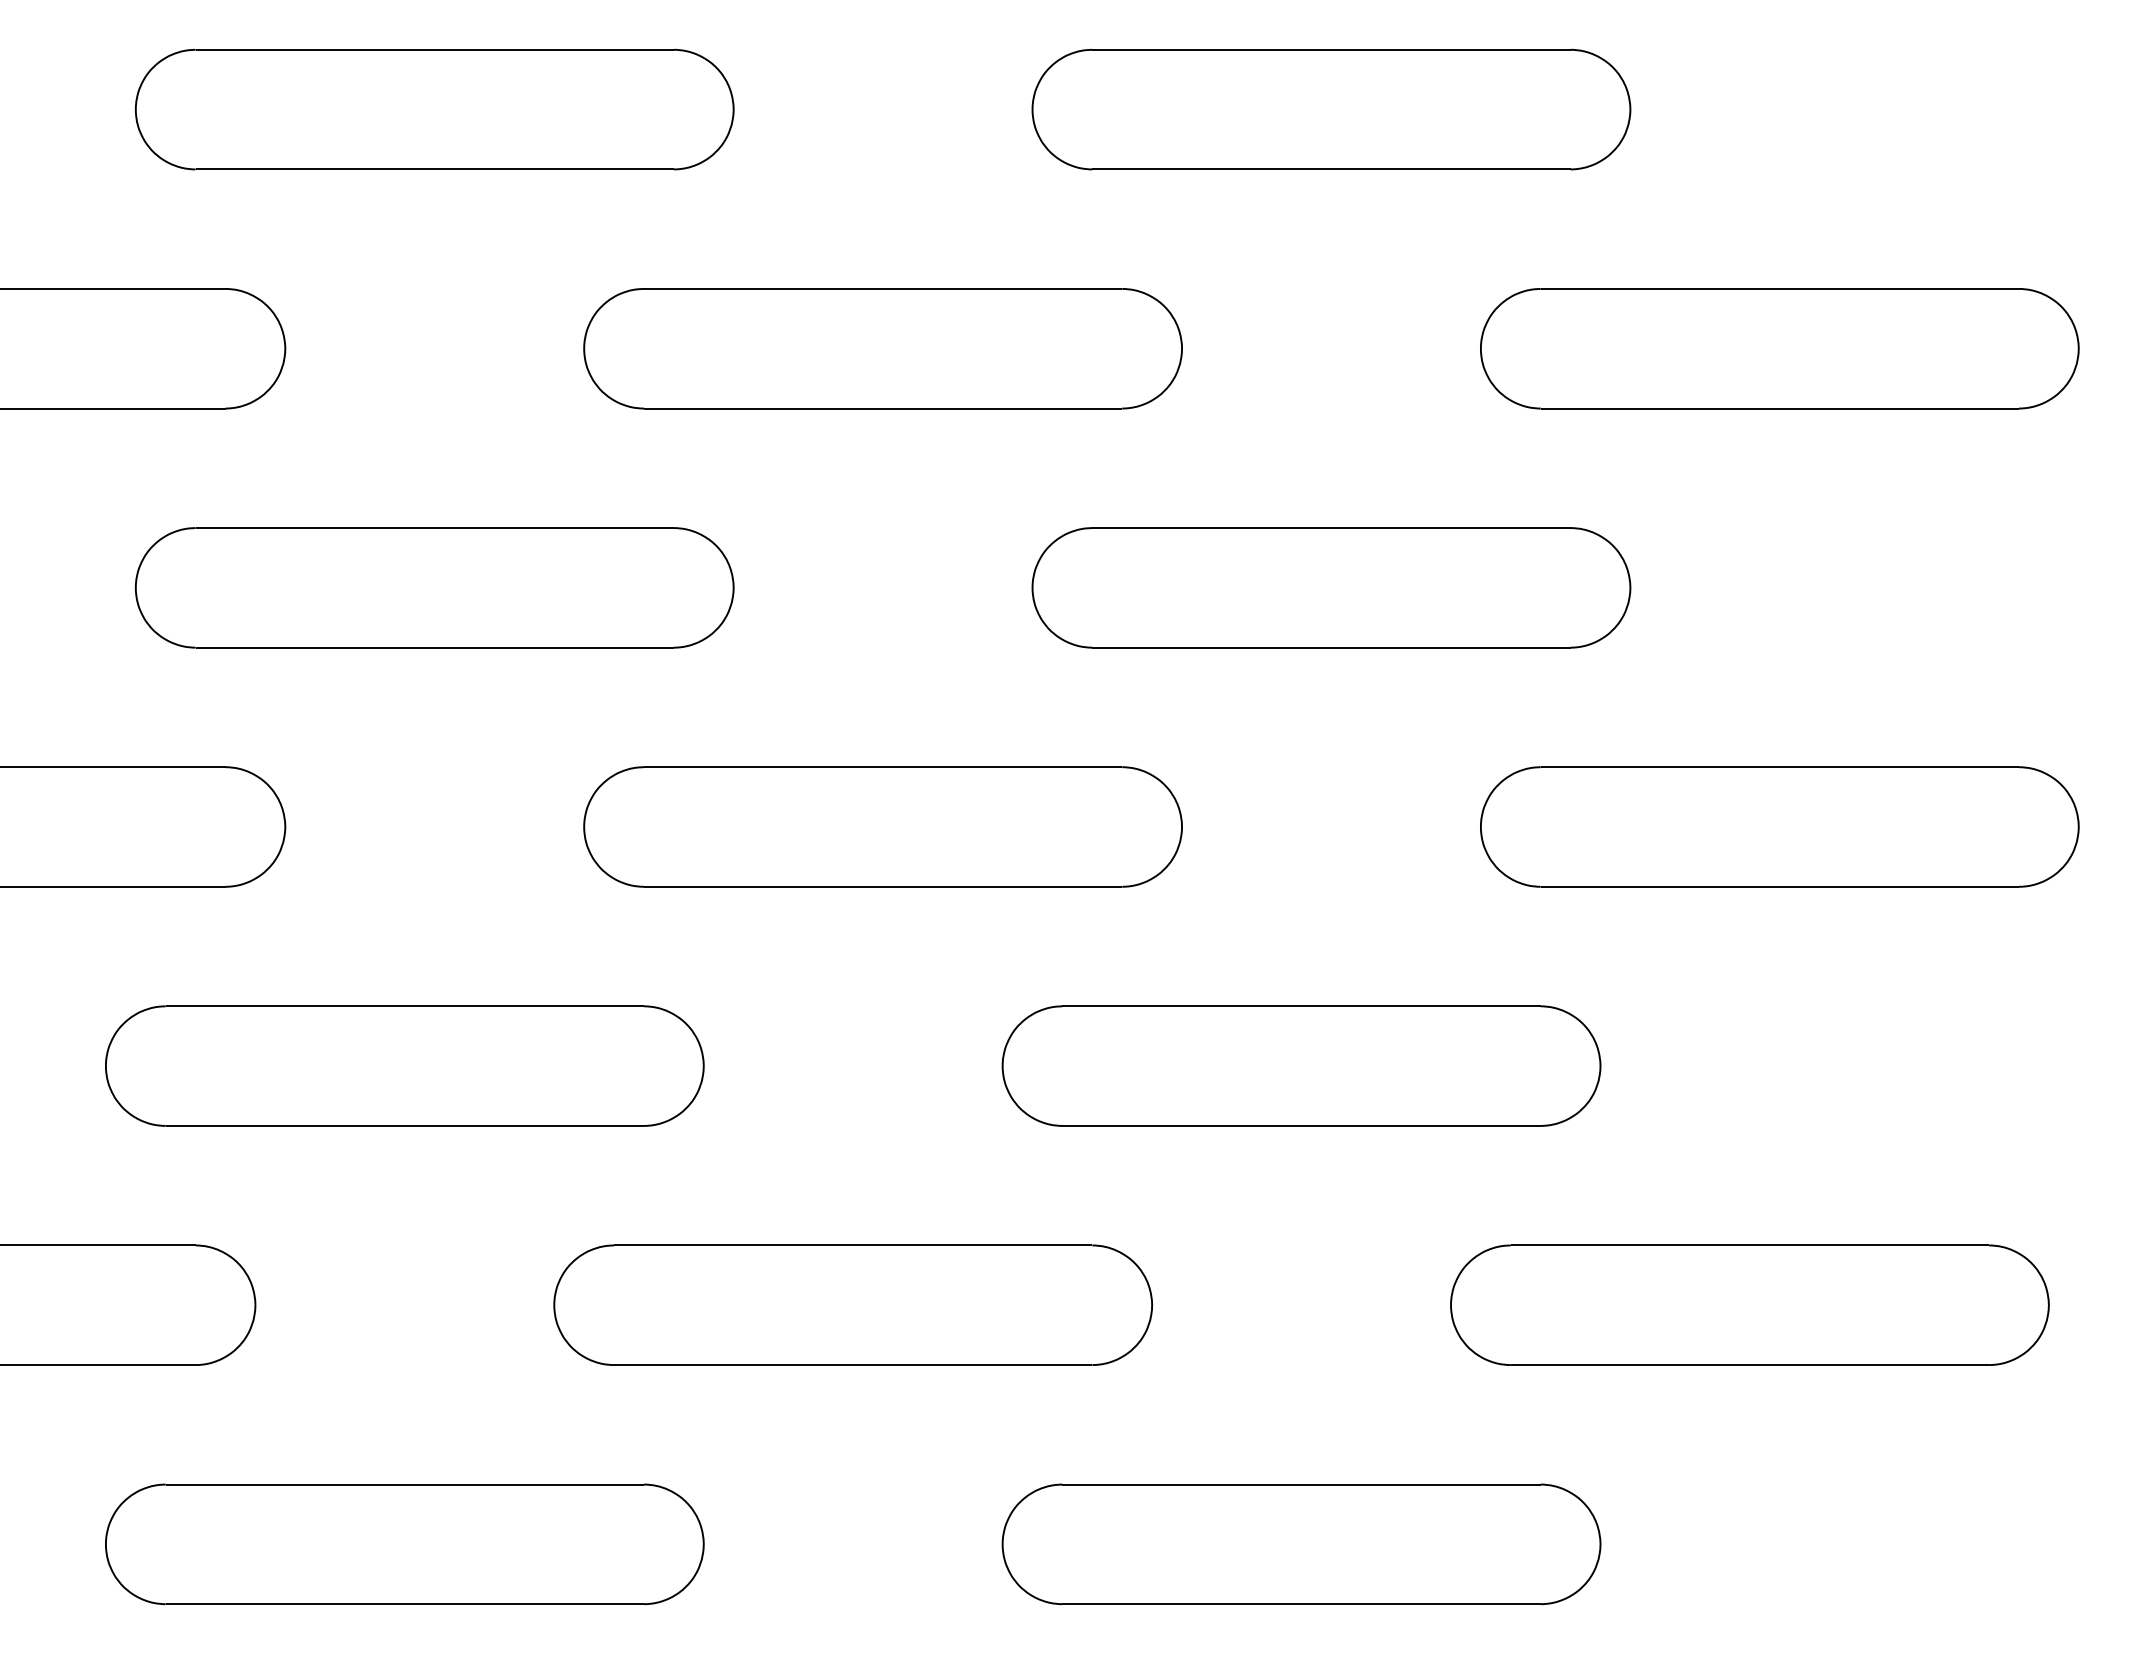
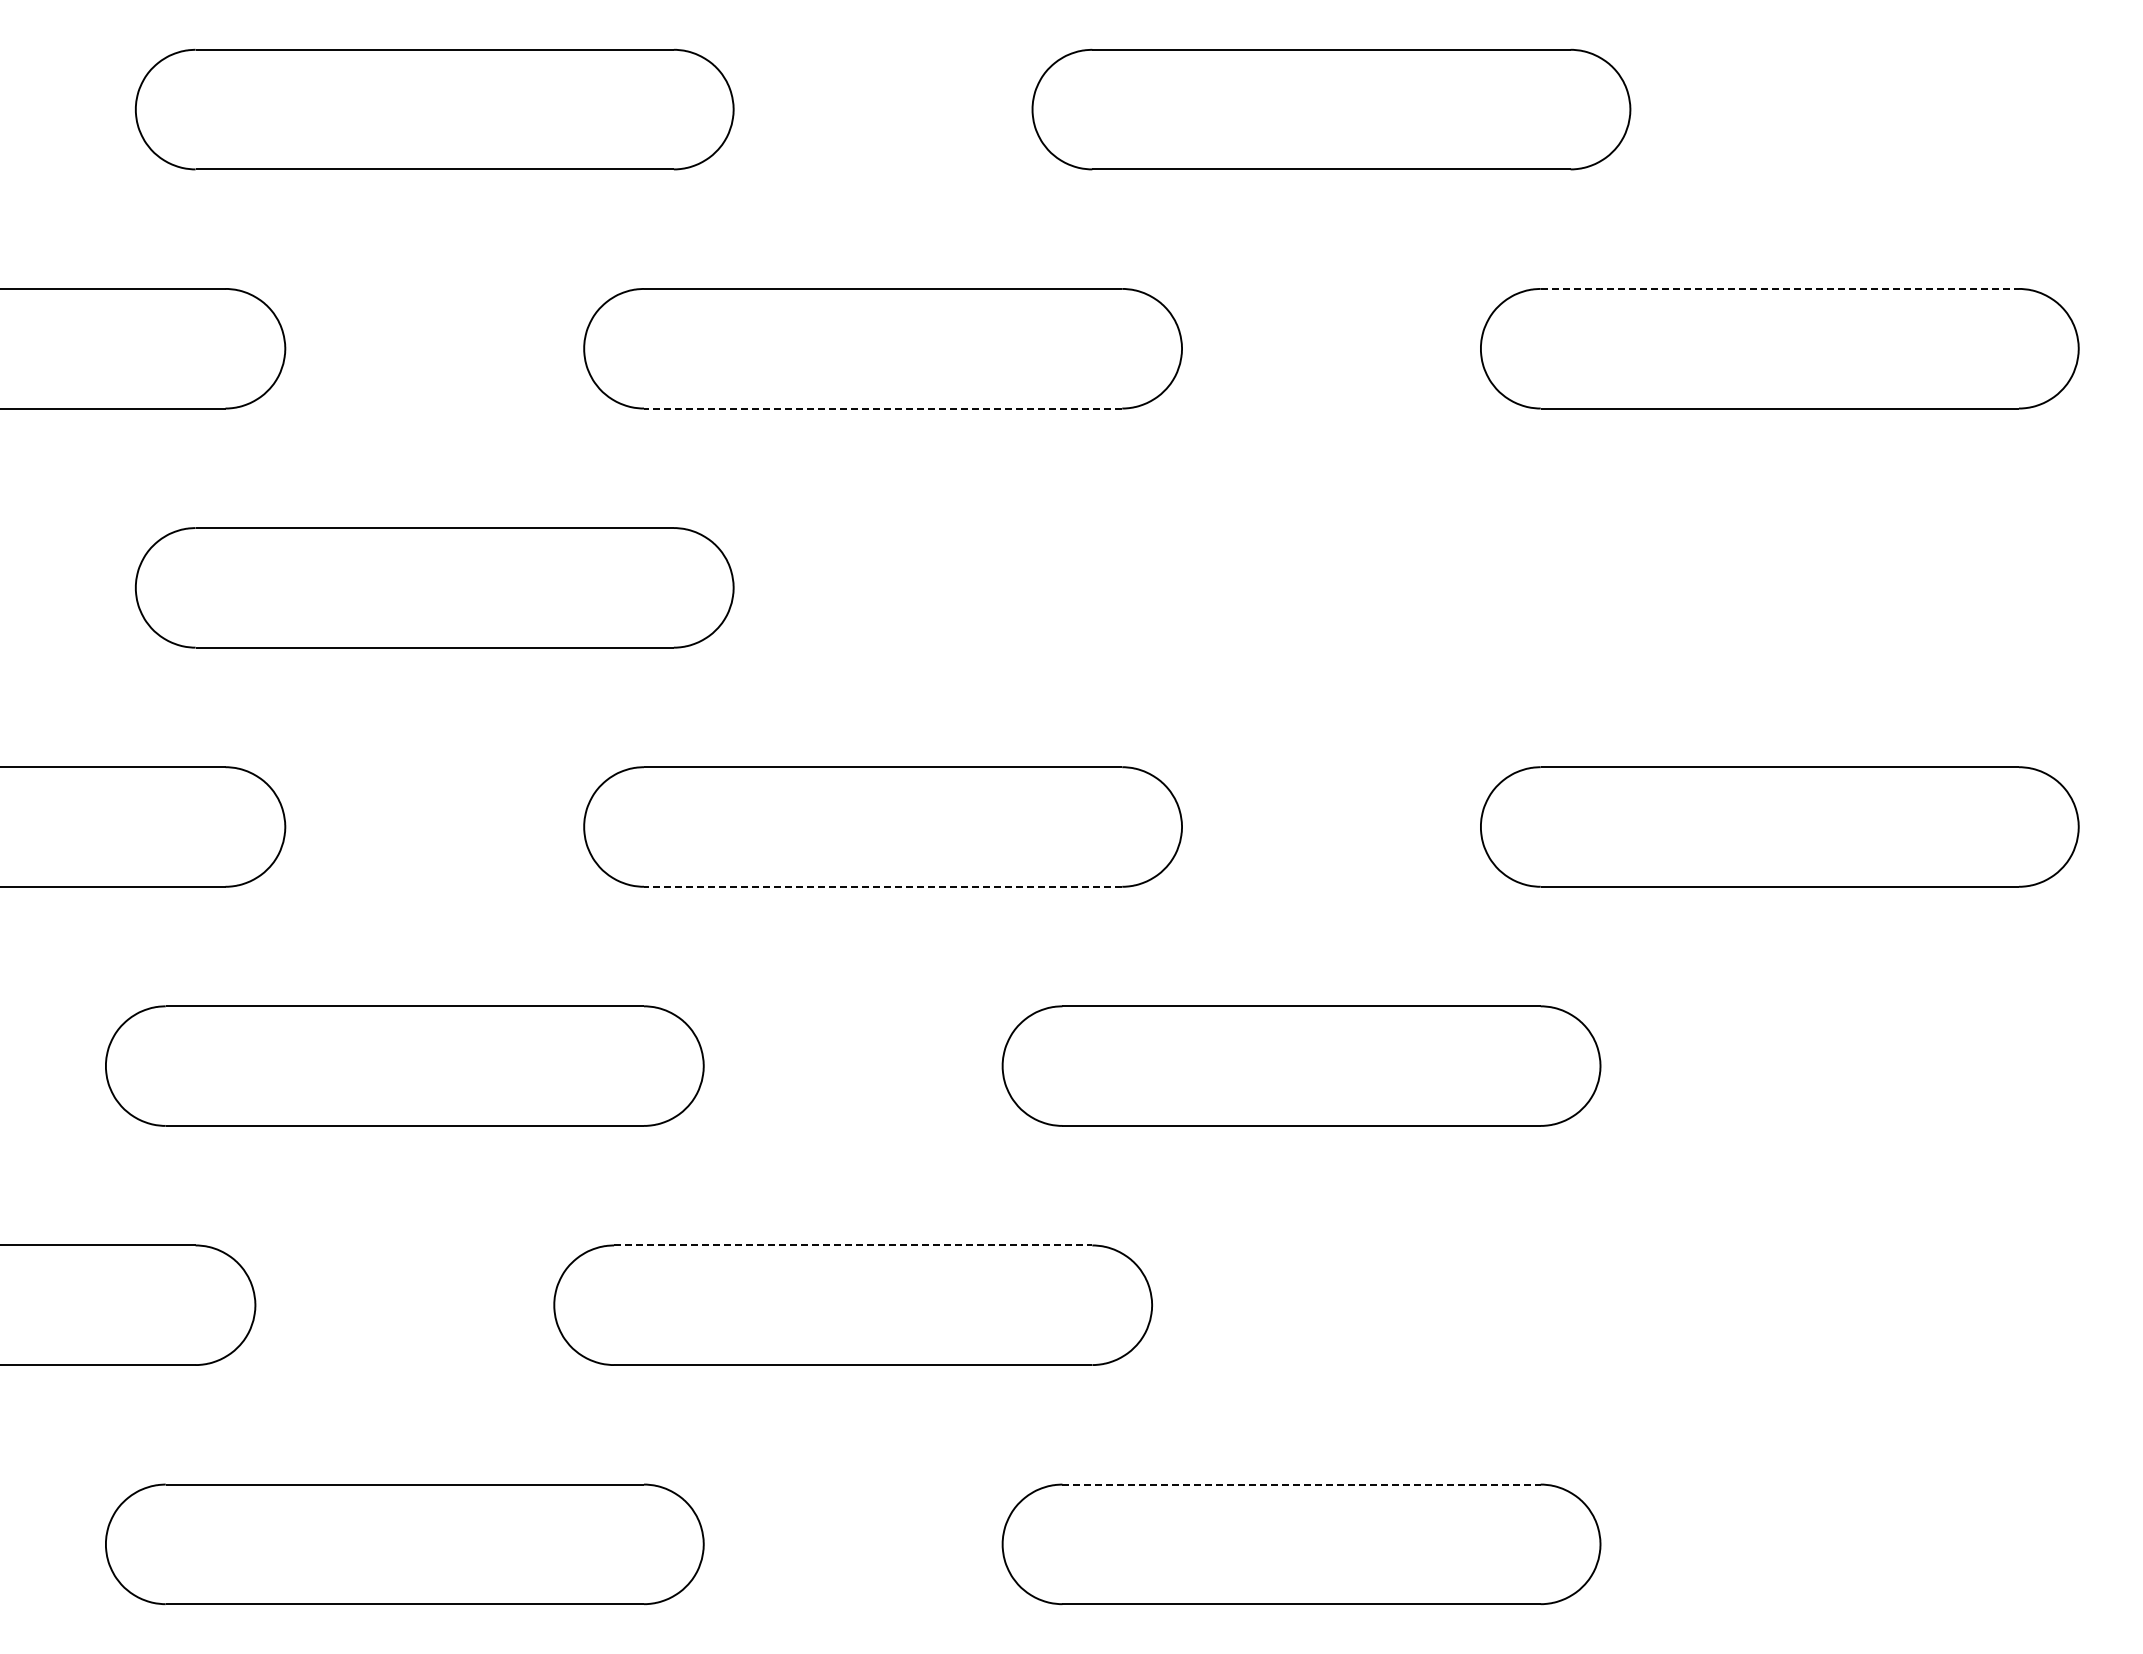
line at (1780, 288): solid -> dashed
line at (882, 408): solid -> dashed
part at (1331, 587): present -> none
line at (882, 886): solid -> dashed
line at (853, 1245): solid -> dashed
part at (1749, 1304): present -> none
line at (1302, 1484): solid -> dashed
